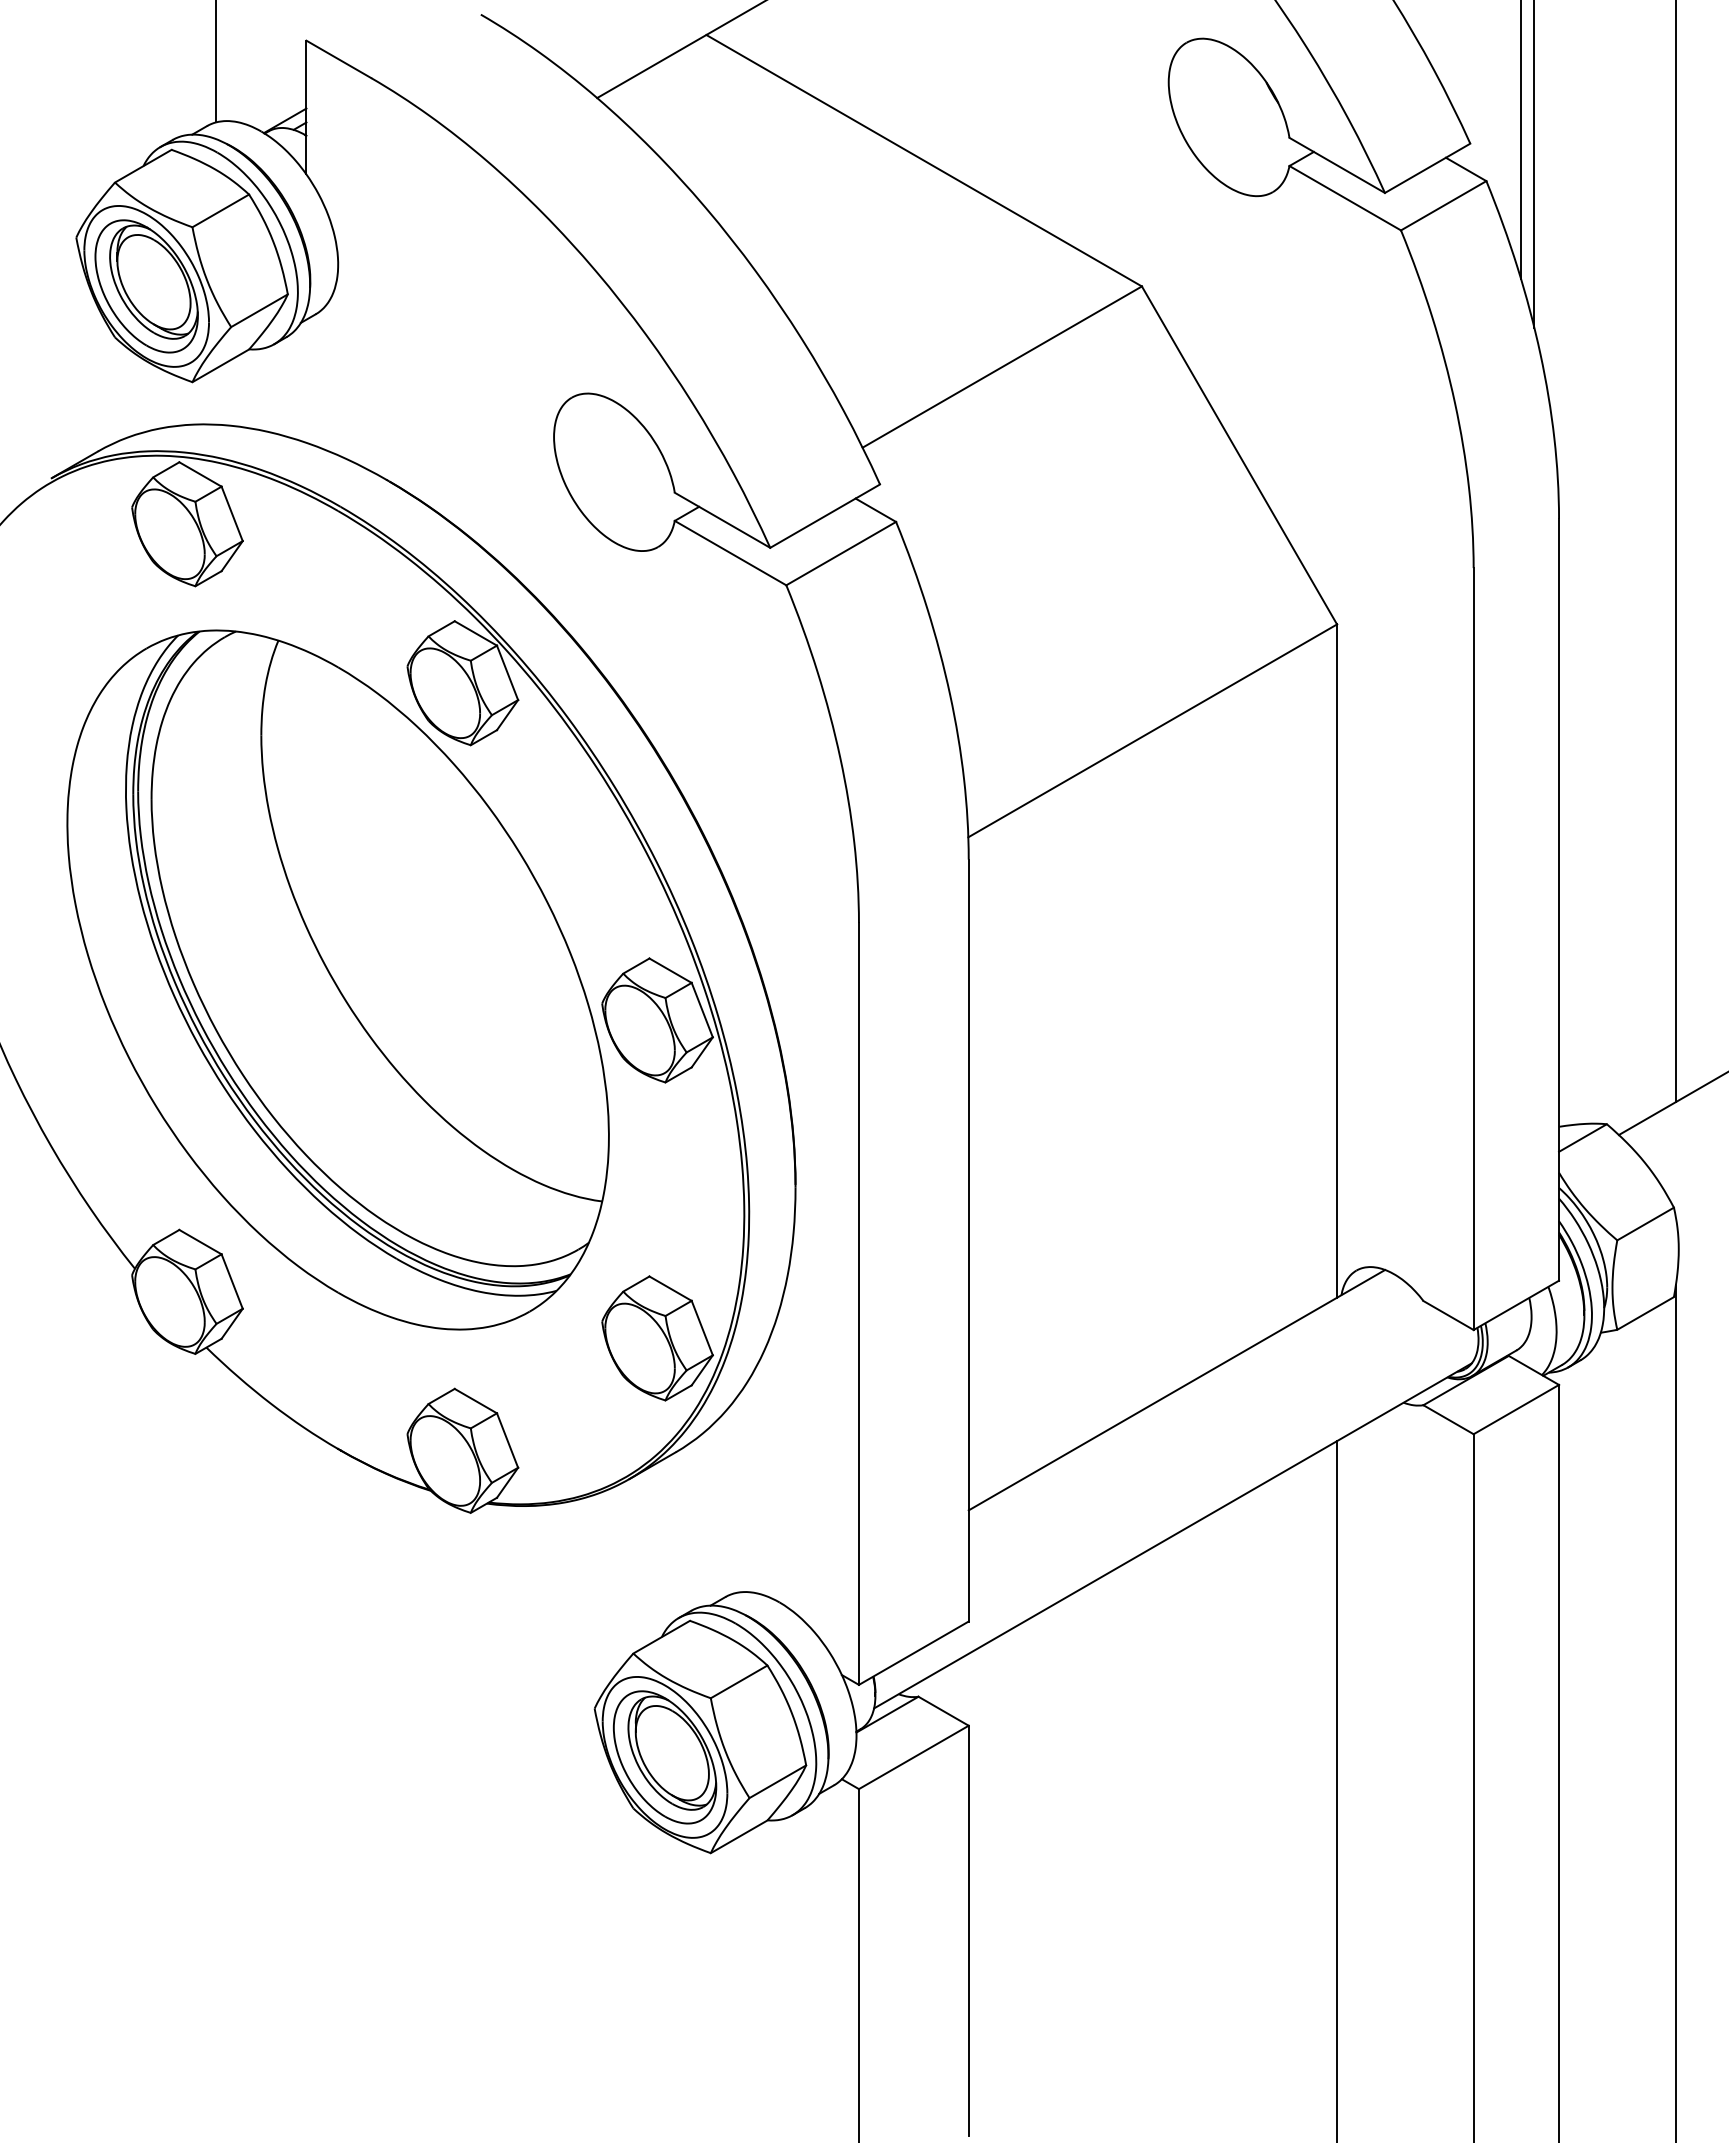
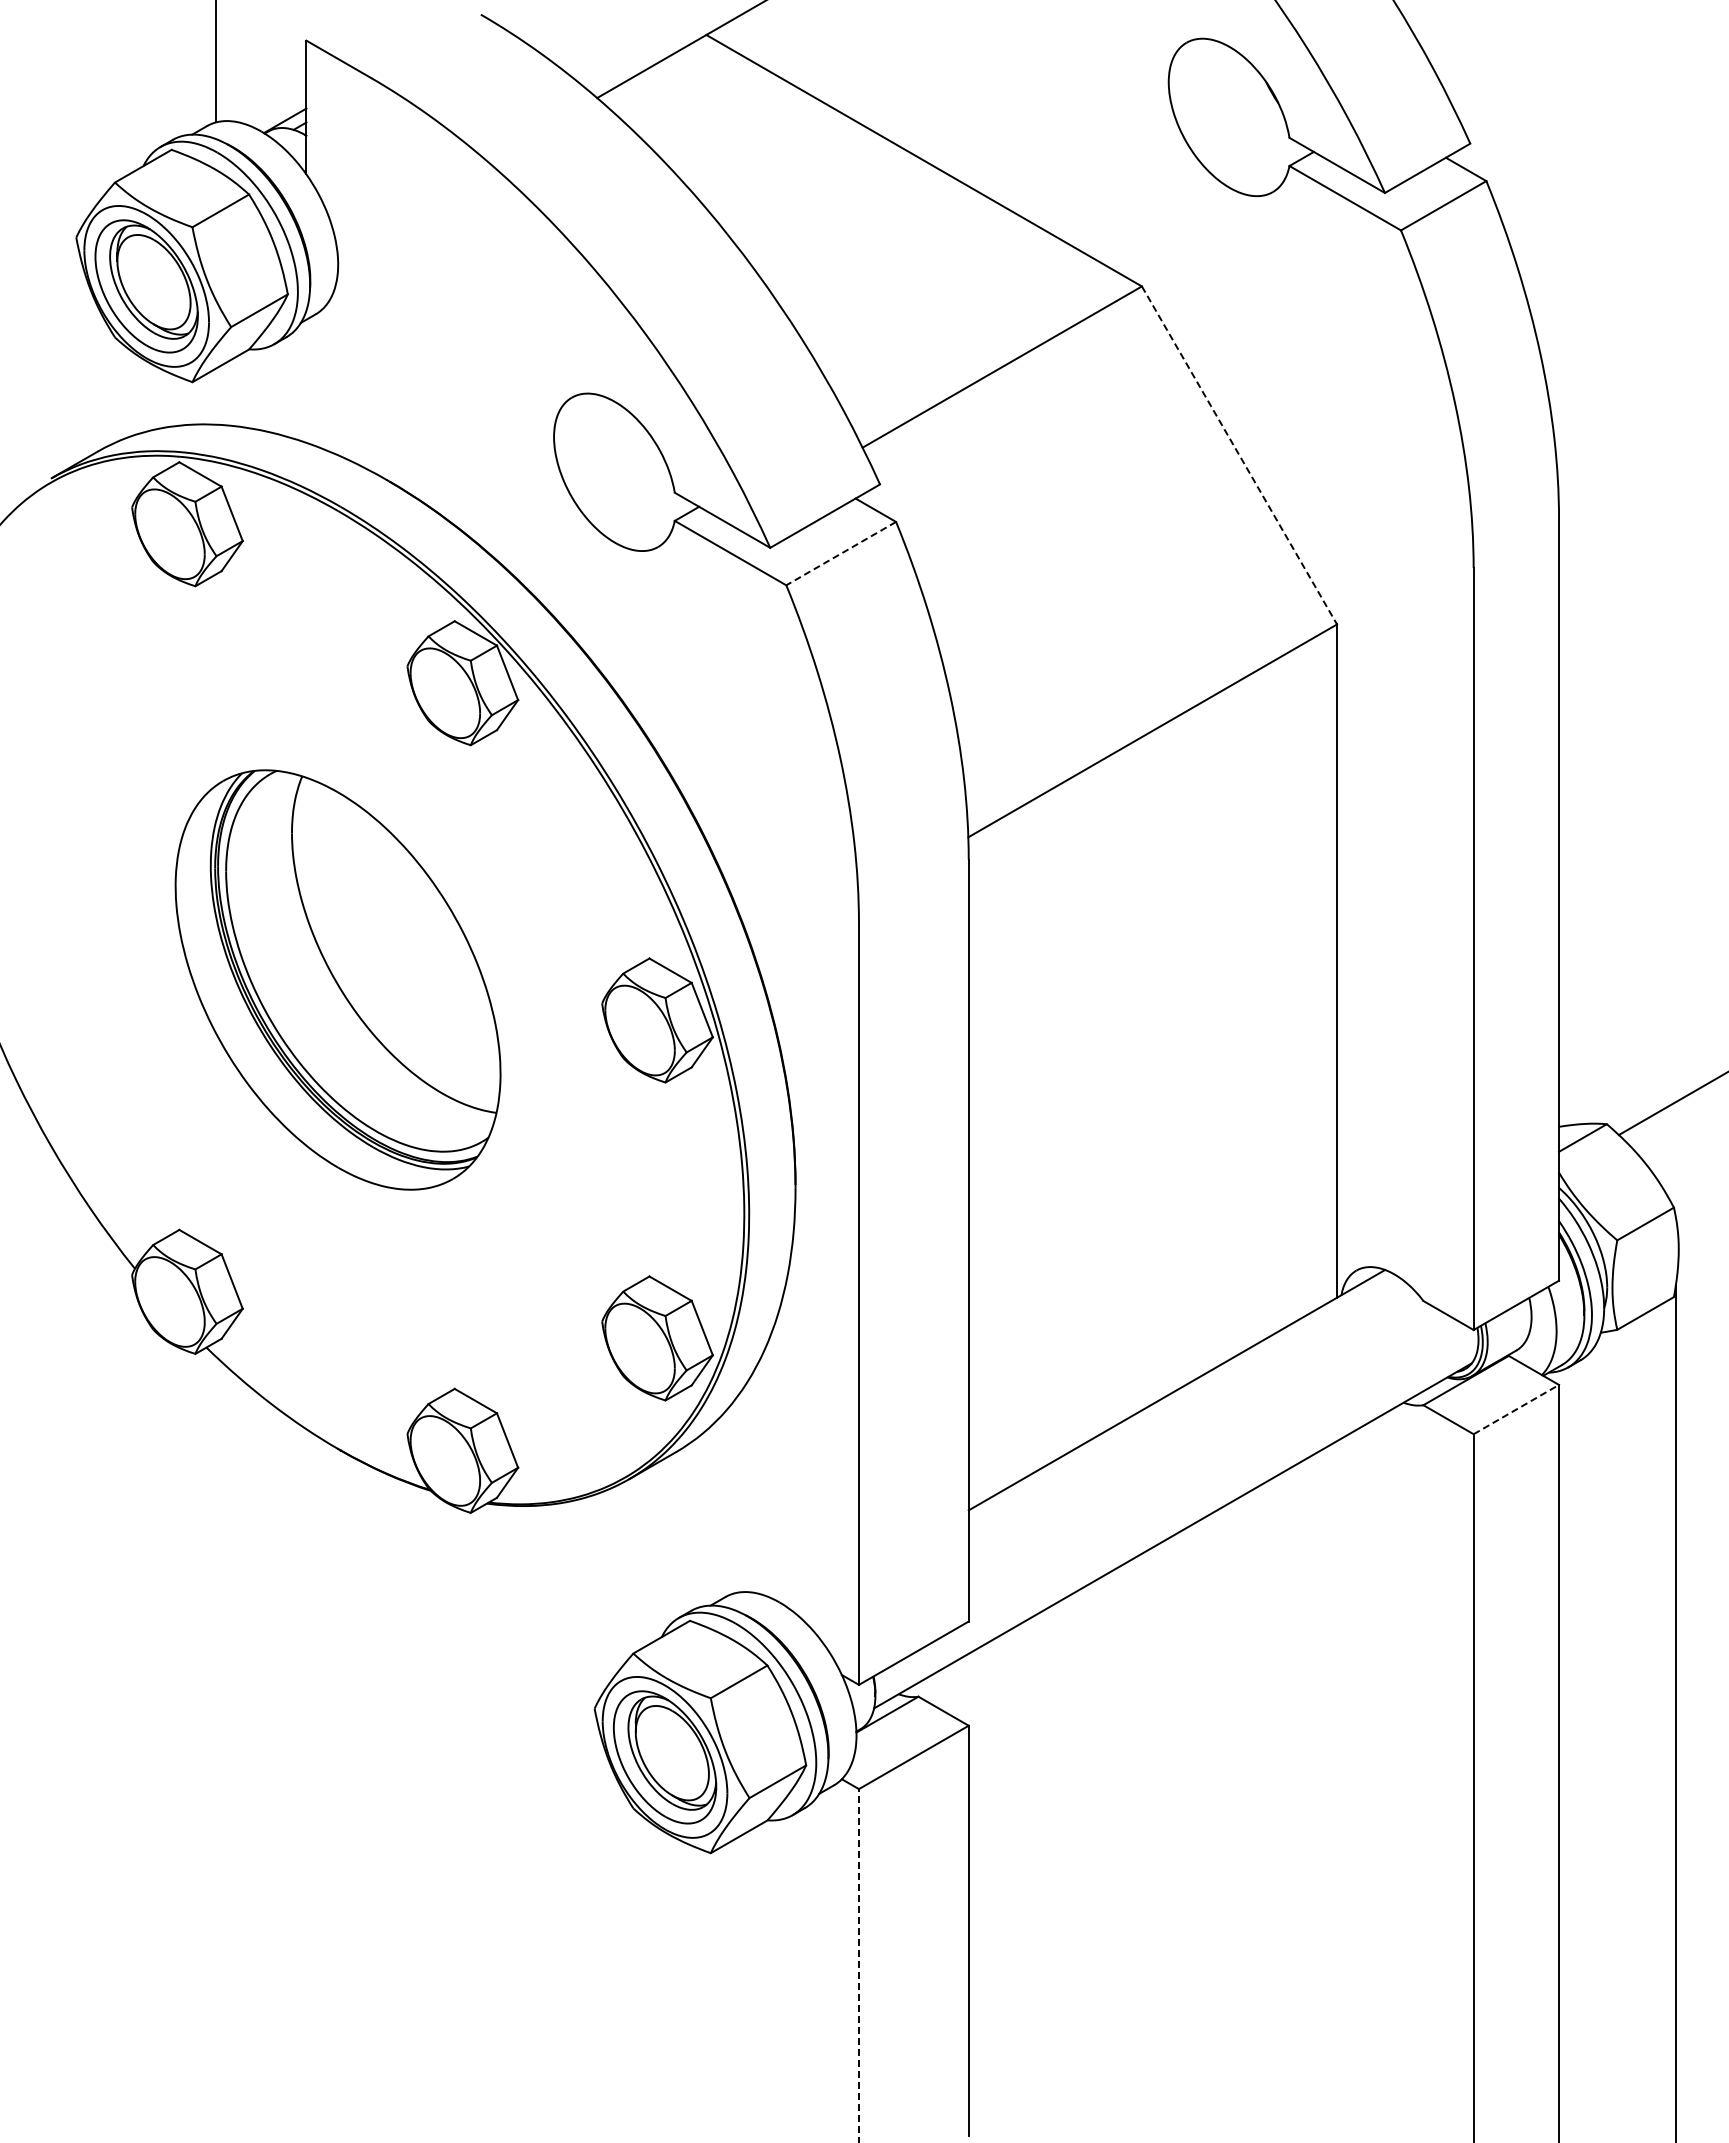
line at (1521, 140): present -> none
line at (1534, 164): present -> none
line at (1239, 455): solid -> dashed
line at (1675, 552): present -> none
line at (840, 553): solid -> dashed
part at (337, 979) size: 544x702 px -> 328x422 px
line at (1516, 1409): solid -> dashed
line at (1337, 1790): present -> none
line at (858, 1966): solid -> dashed
